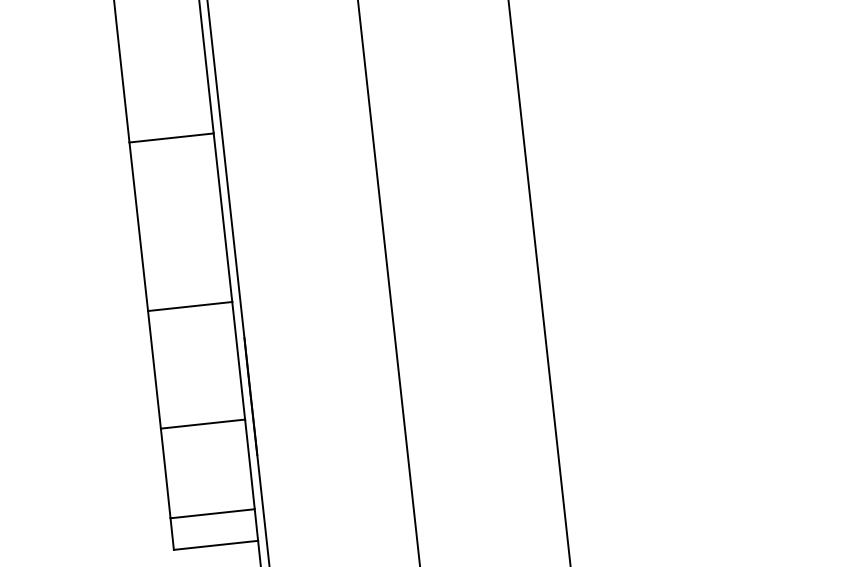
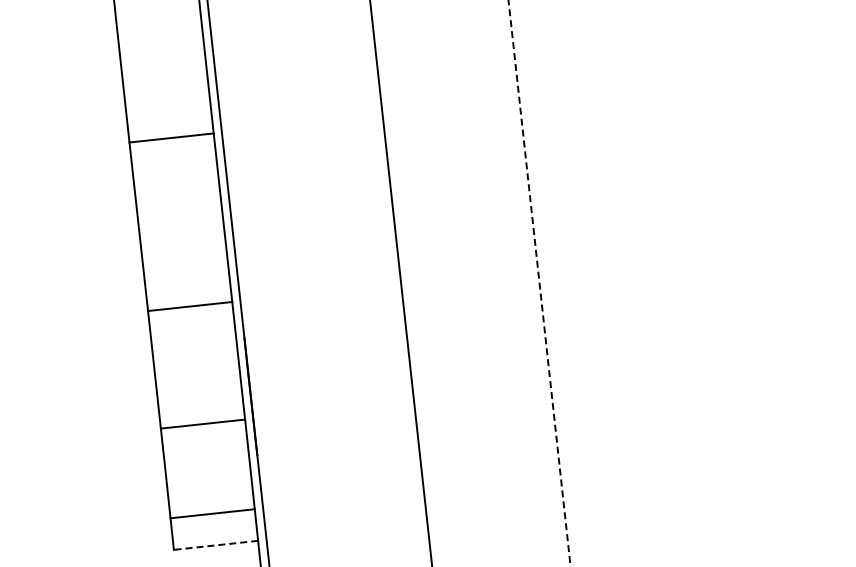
line at (388, 282) position: (388, 282) -> (400, 282)
line at (539, 283): solid -> dashed
line at (215, 545): solid -> dashed
